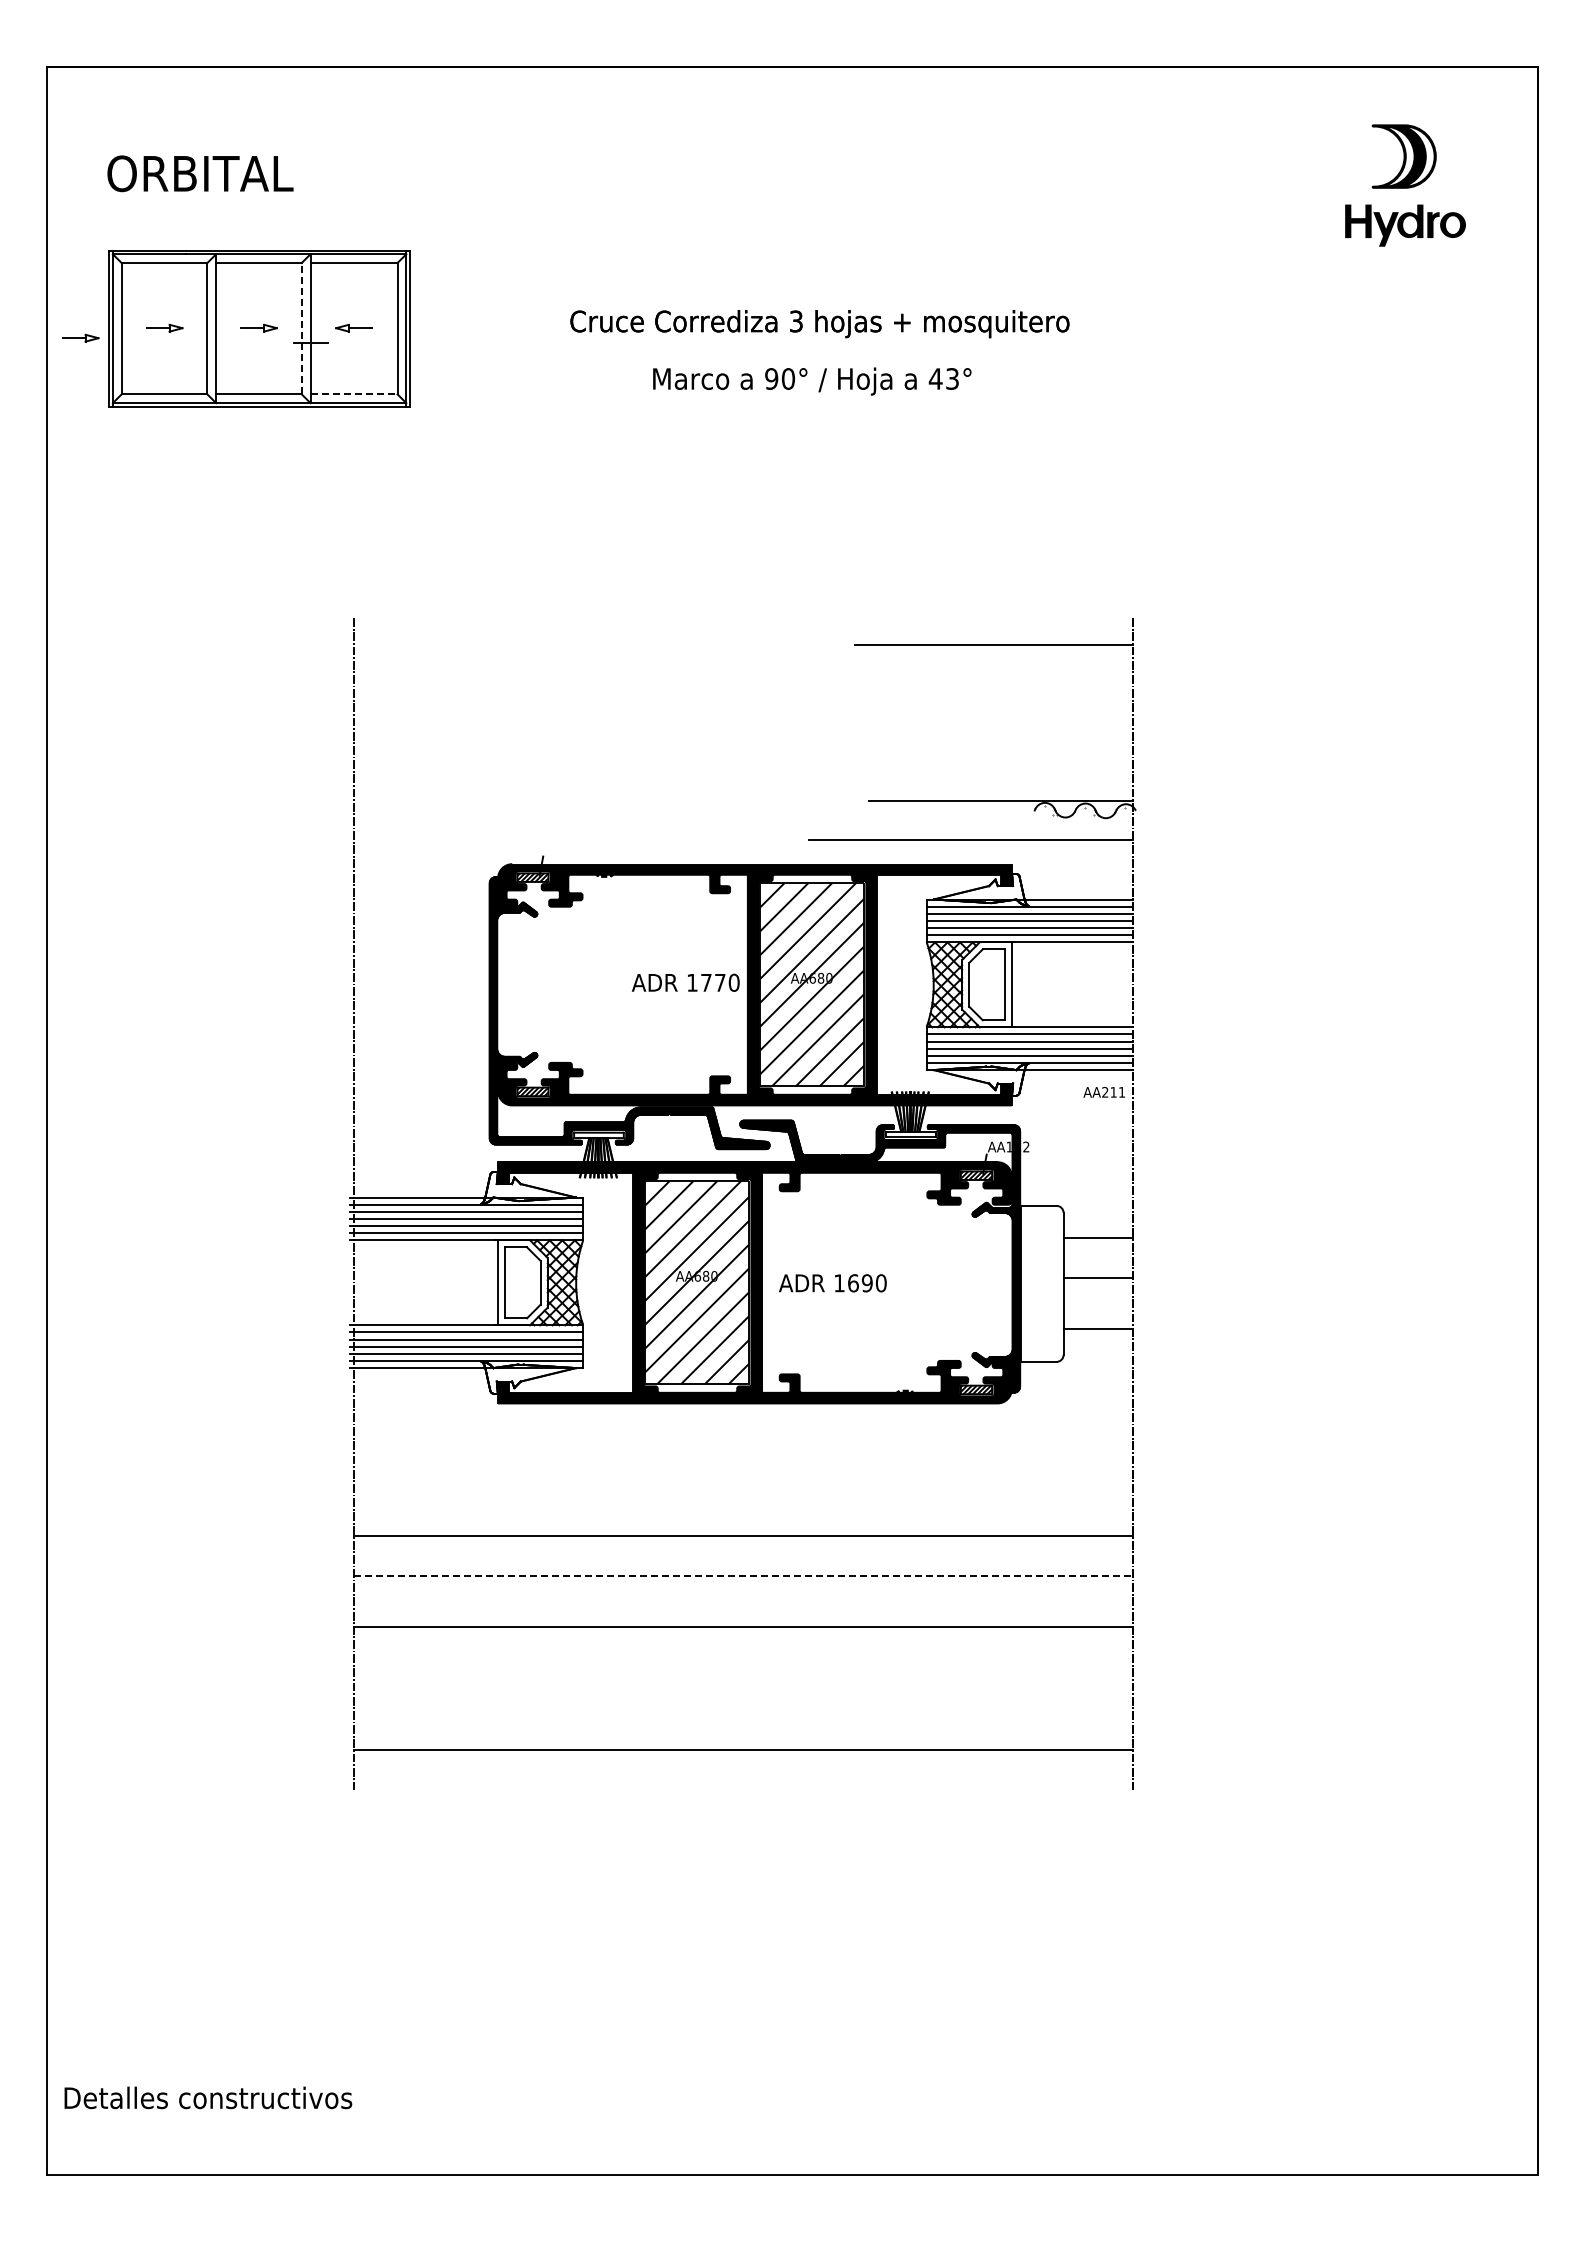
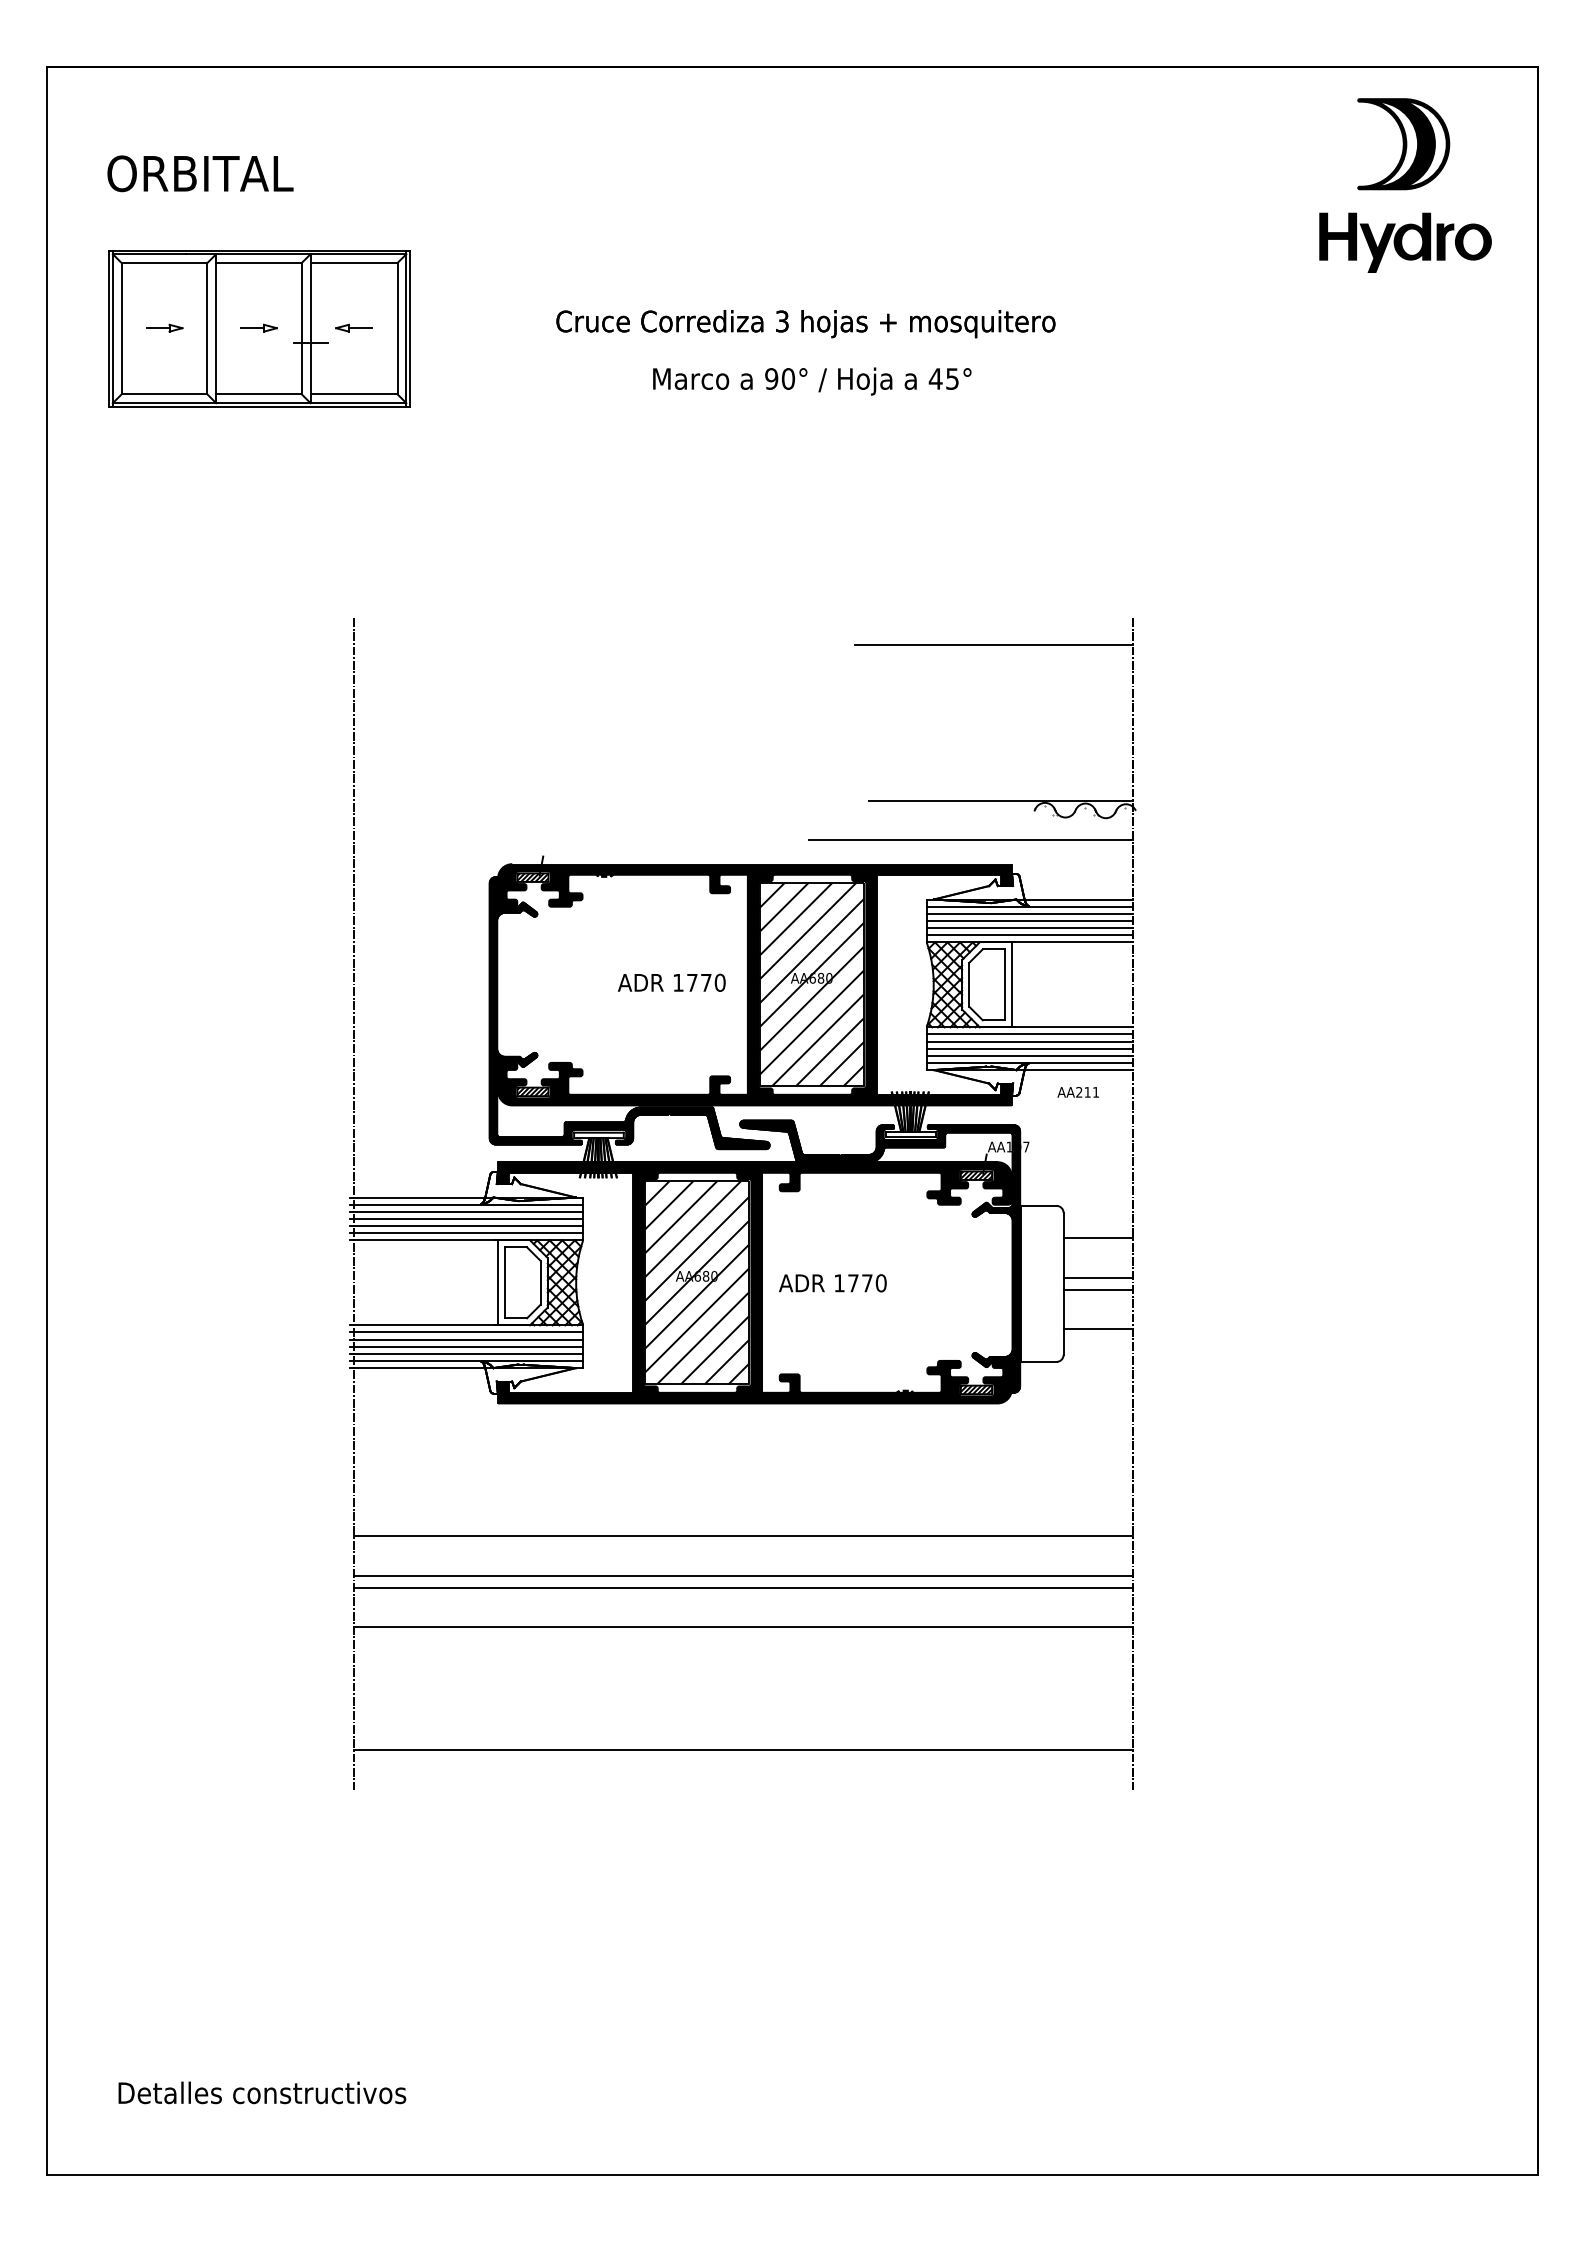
part at (1405, 185) size: 121x123 px -> 173x175 px
text at (819, 324) position: (819, 324) -> (805, 324)
line at (301, 328): dashed -> solid
part at (80, 337): present -> none
text at (952, 378): 43° -> 45°
line at (354, 394): dashed -> solid
text at (685, 982) position: (685, 982) -> (671, 982)
text at (1103, 1092) position: (1103, 1092) -> (1077, 1092)
text at (1025, 1146): AA112 -> AA107
text at (860, 1283): 1690 -> 1770
line at (1097, 1290): none -> present
line at (743, 1575): dashed -> solid
line at (742, 1588): none -> present
text at (208, 2097) position: (208, 2097) -> (262, 2092)
